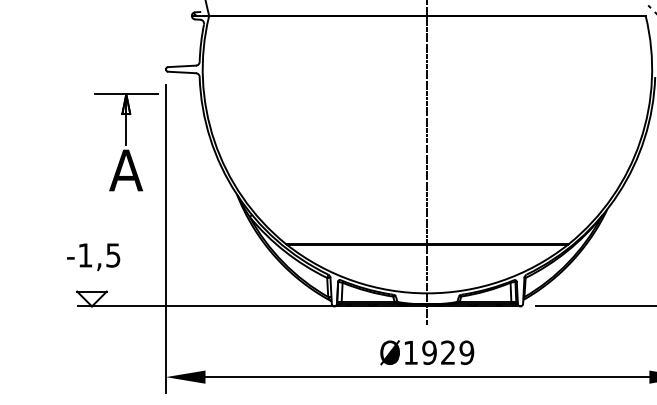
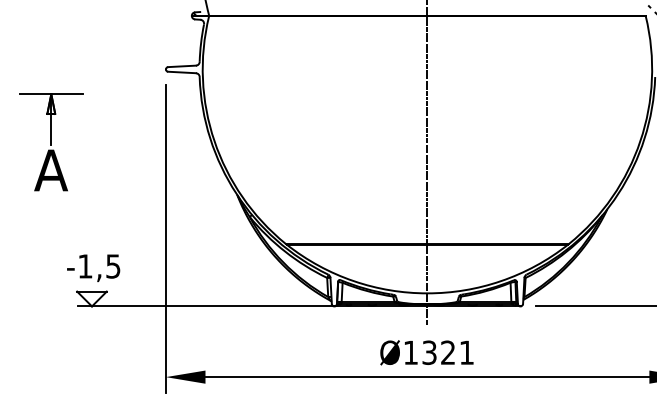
part at (126, 142) position: (126, 142) -> (51, 142)
text at (93, 256) position: (93, 256) -> (93, 267)
text at (448, 352): Ø1929 -> Ø1321
